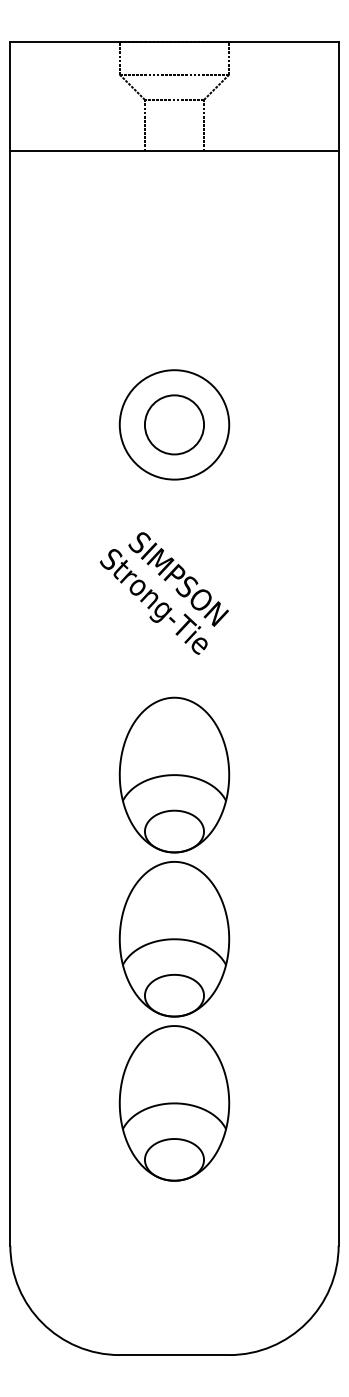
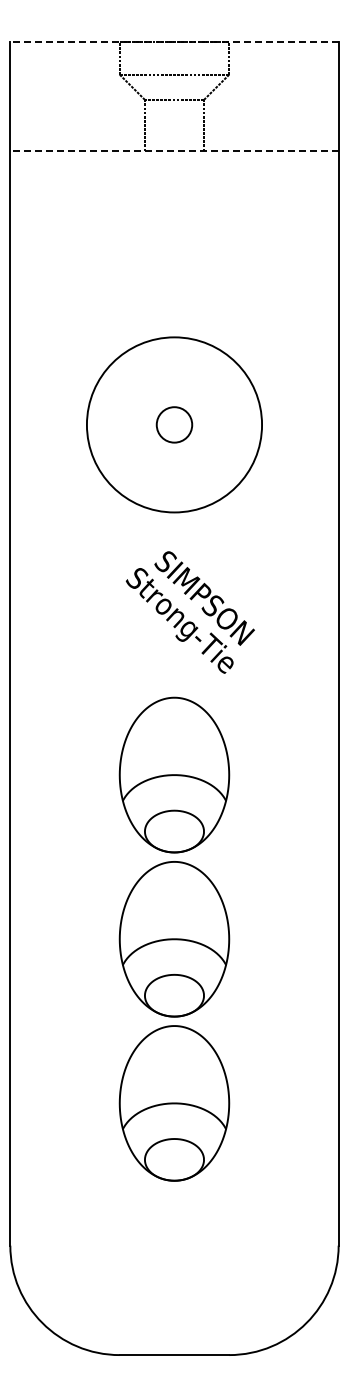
line at (174, 41): solid -> dashed
line at (174, 151): solid -> dashed
circle at (174, 424) diameter: 109 px -> 175 px
circle at (174, 424) diameter: 59 px -> 35 px
text at (163, 593) position: (163, 593) -> (189, 612)
